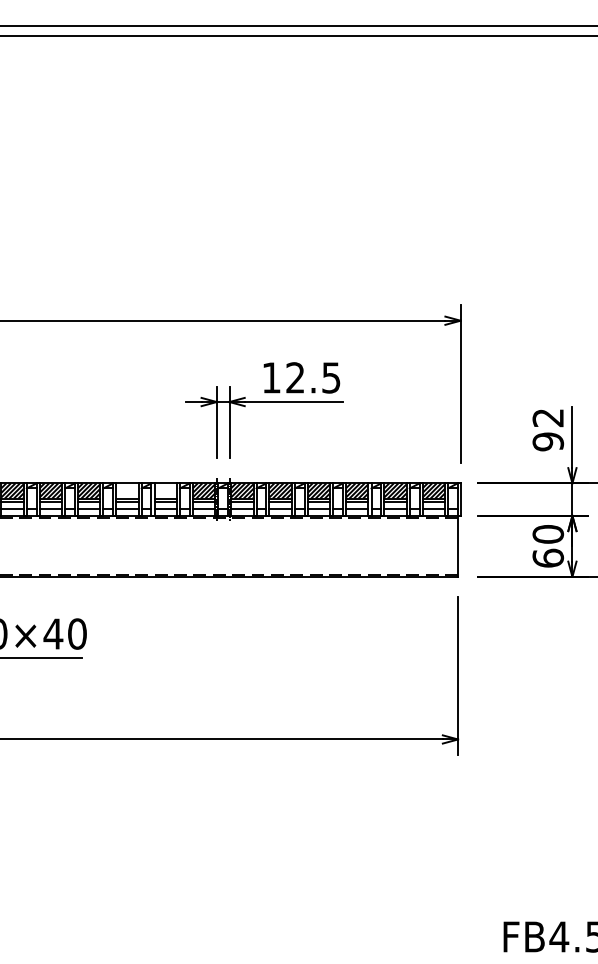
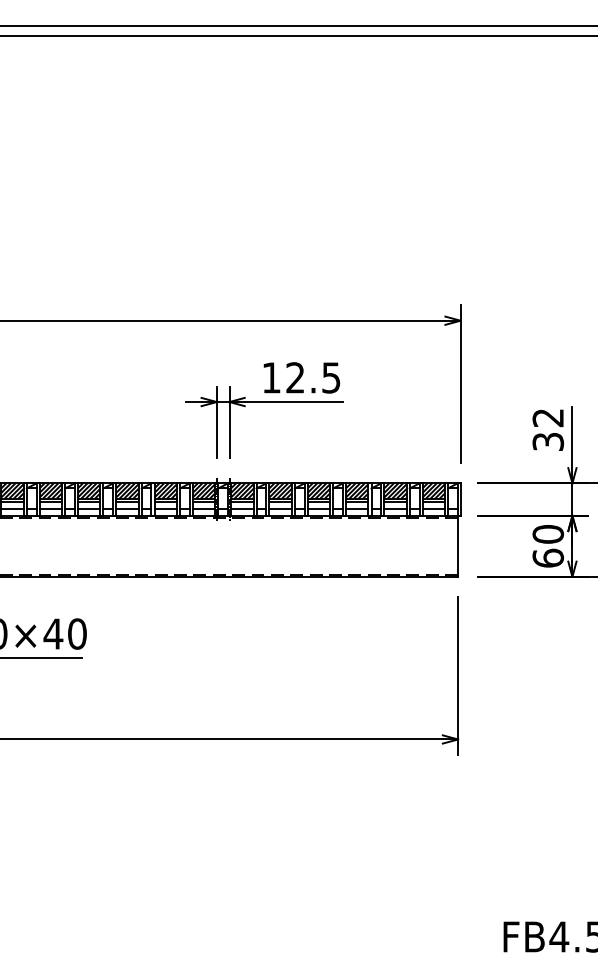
text at (547, 441): 92 -> 32
hatch at (127, 490): none -> present
hatch at (165, 490): none -> present
